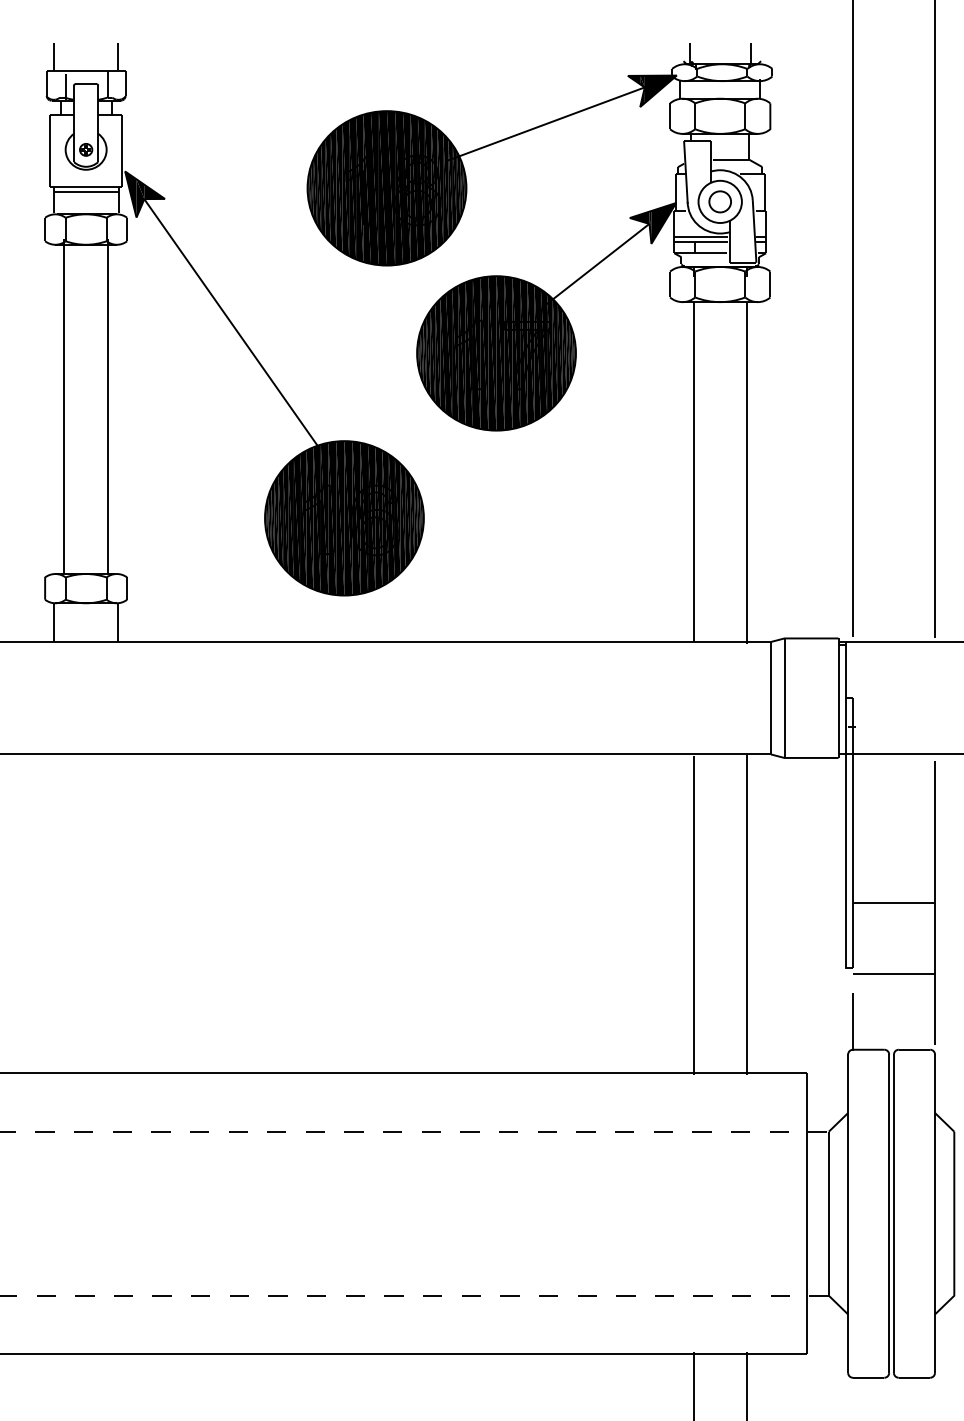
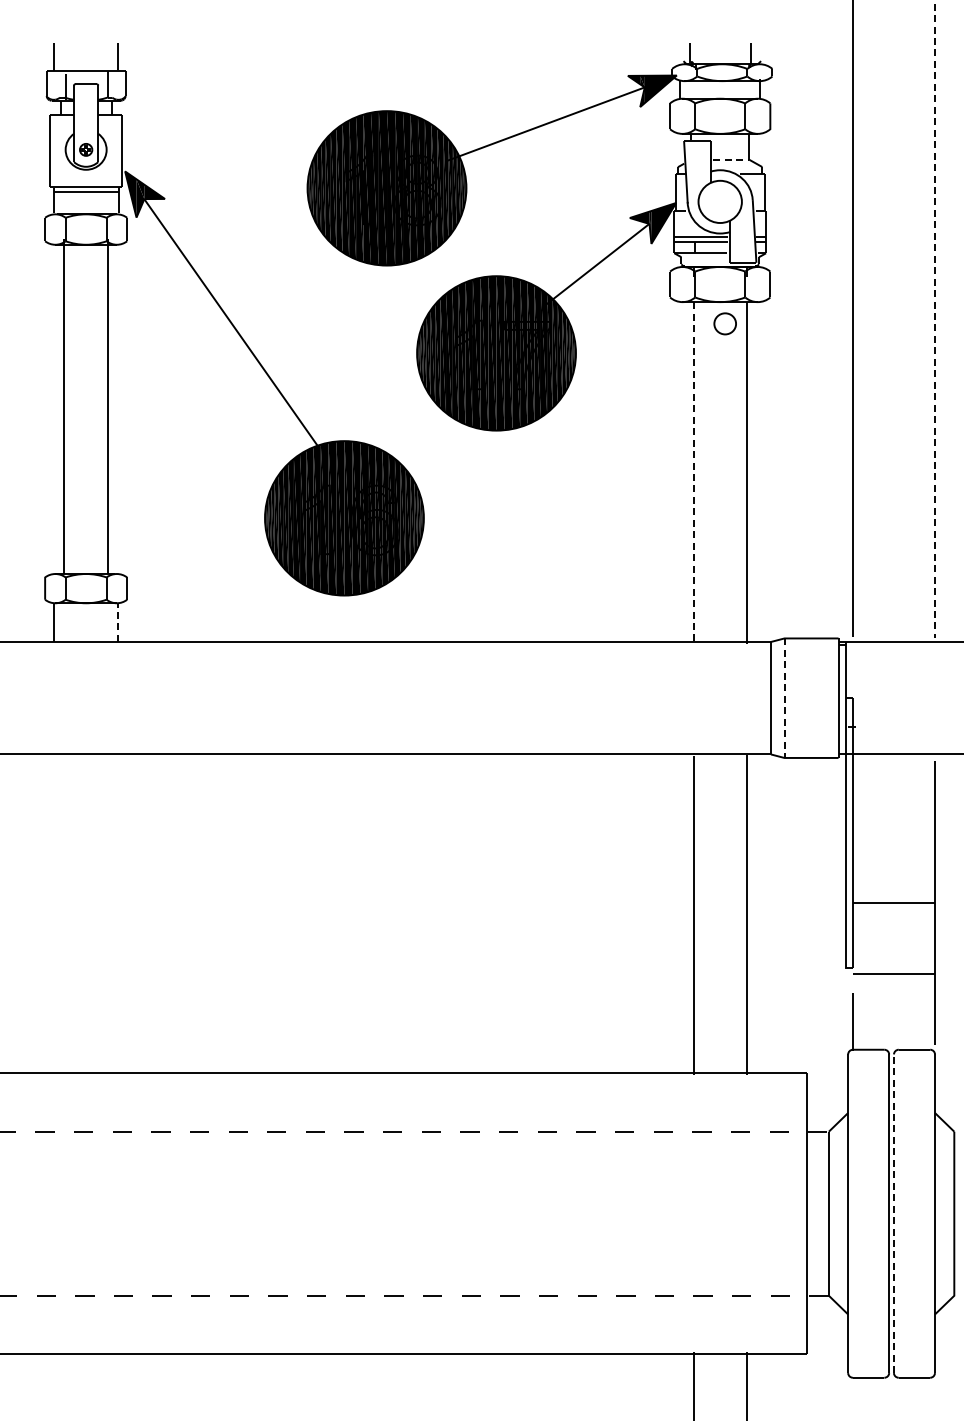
line at (731, 159): solid -> dashed
part at (719, 201) position: (719, 201) -> (724, 323)
line at (935, 319): solid -> dashed
line at (693, 472): solid -> dashed
line at (117, 622): solid -> dashed
line at (784, 698): solid -> dashed
line at (893, 1213): solid -> dashed
